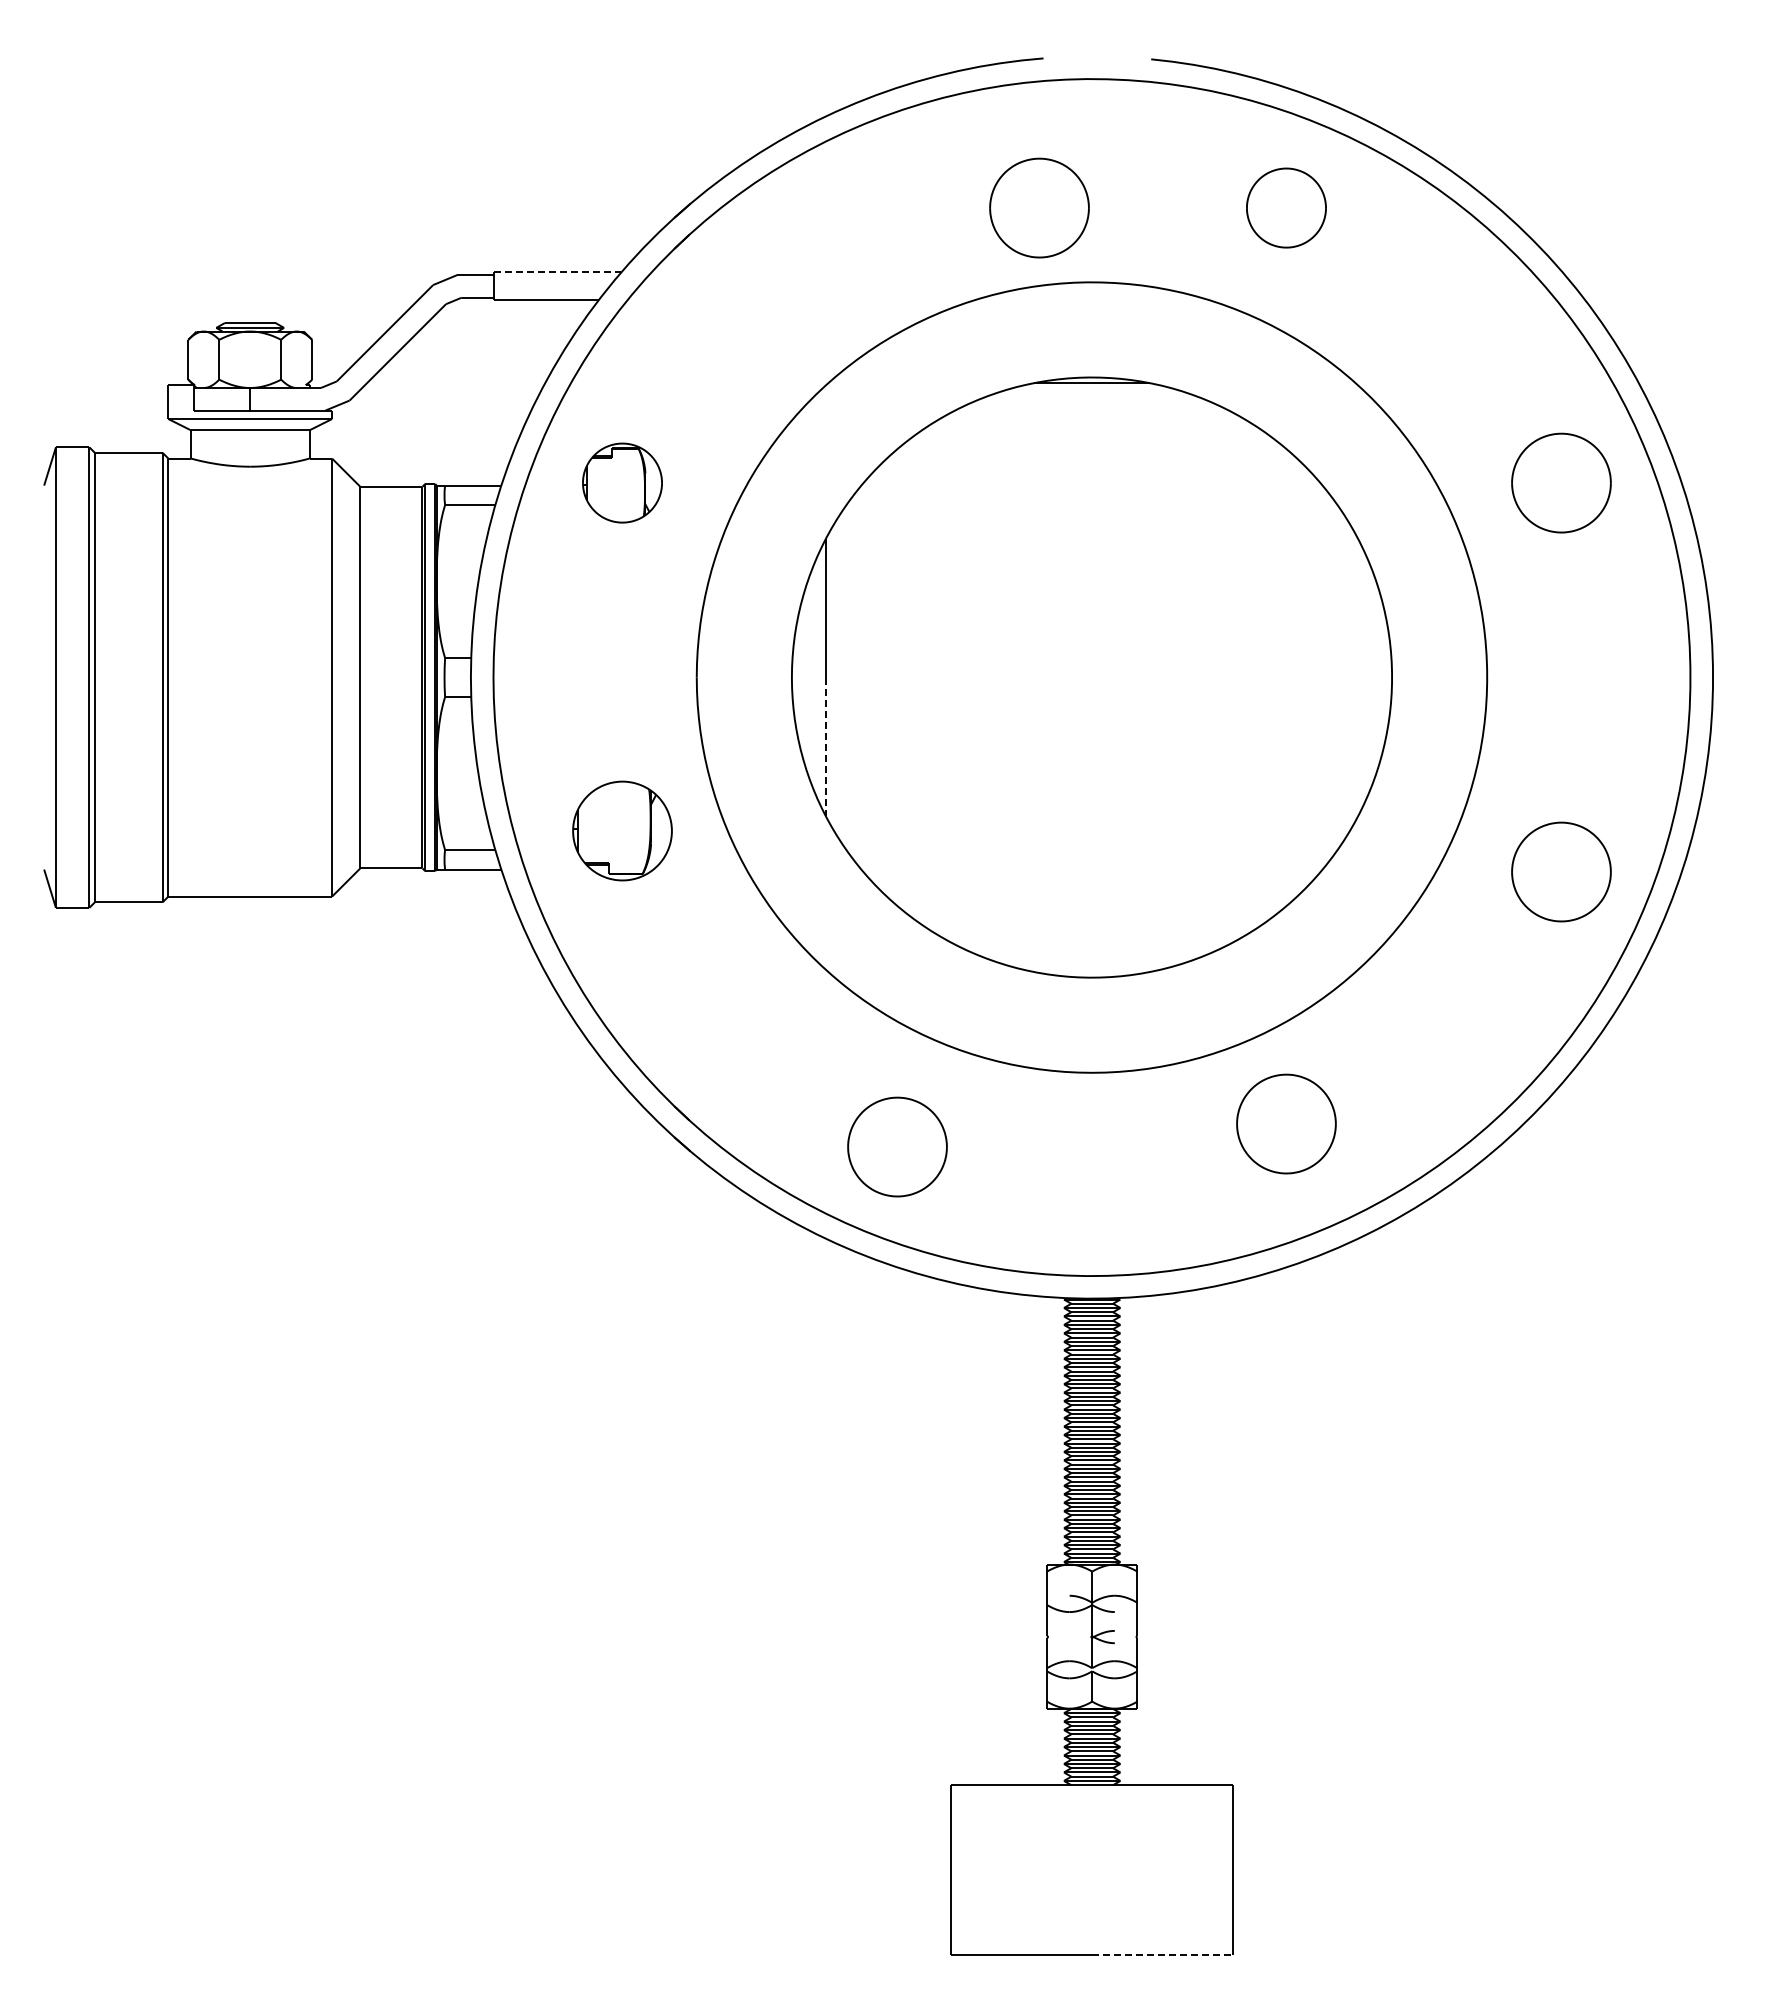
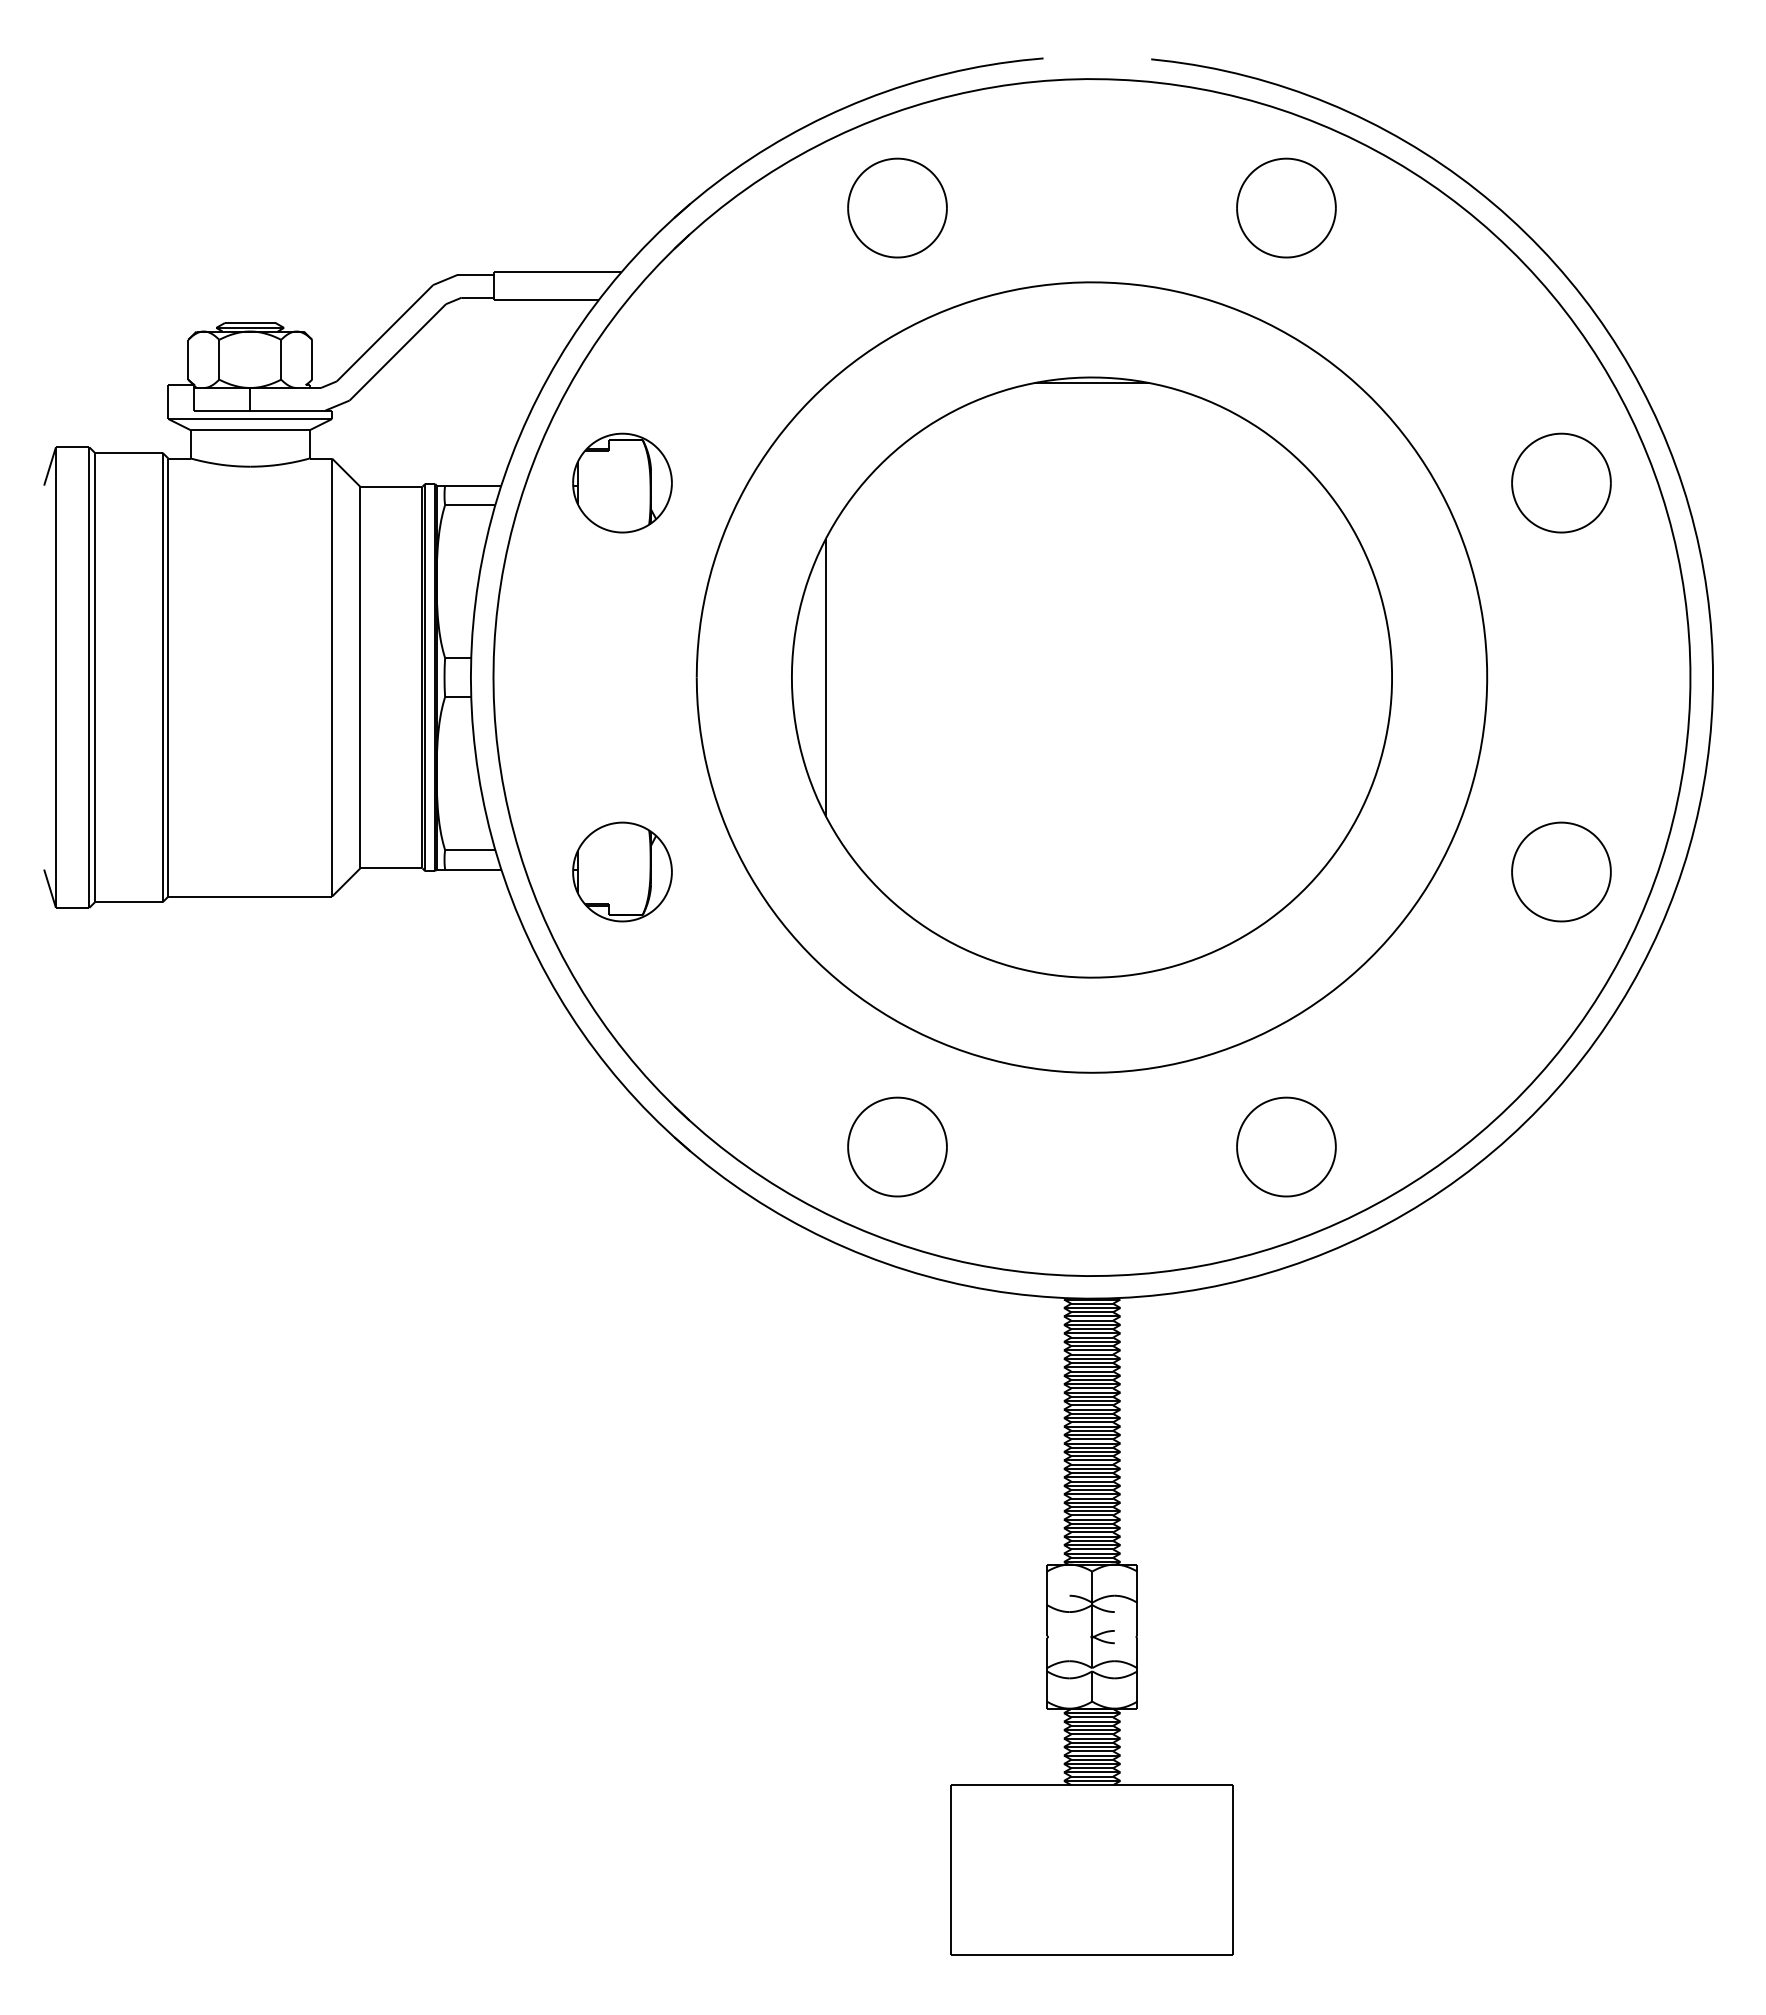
part at (1039, 207) position: (1039, 207) -> (897, 207)
part at (1286, 207) size: 81x82 px -> 101x102 px
line at (557, 272): dashed -> solid
part at (622, 482) size: 81x82 px -> 101x102 px
line at (825, 747): dashed -> solid
part at (622, 830) position: (622, 830) -> (622, 871)
part at (1286, 1123) position: (1286, 1123) -> (1286, 1146)
line at (1162, 1954): dashed -> solid
